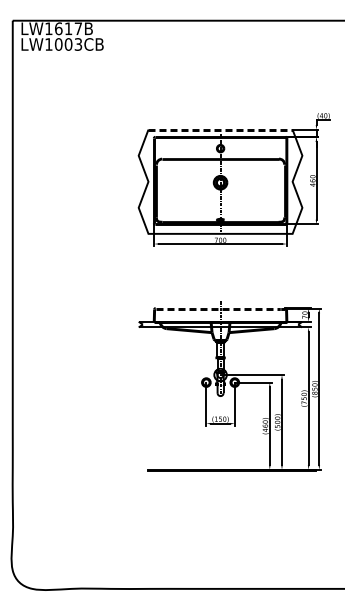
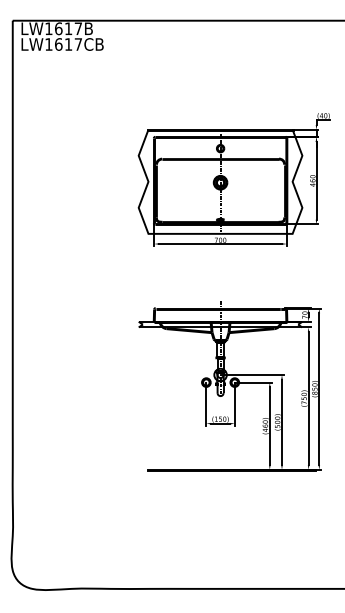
text at (68, 44): LW1003CB -> LW1617CB
line at (221, 129): dashed -> solid
line at (218, 308): dashed -> solid
